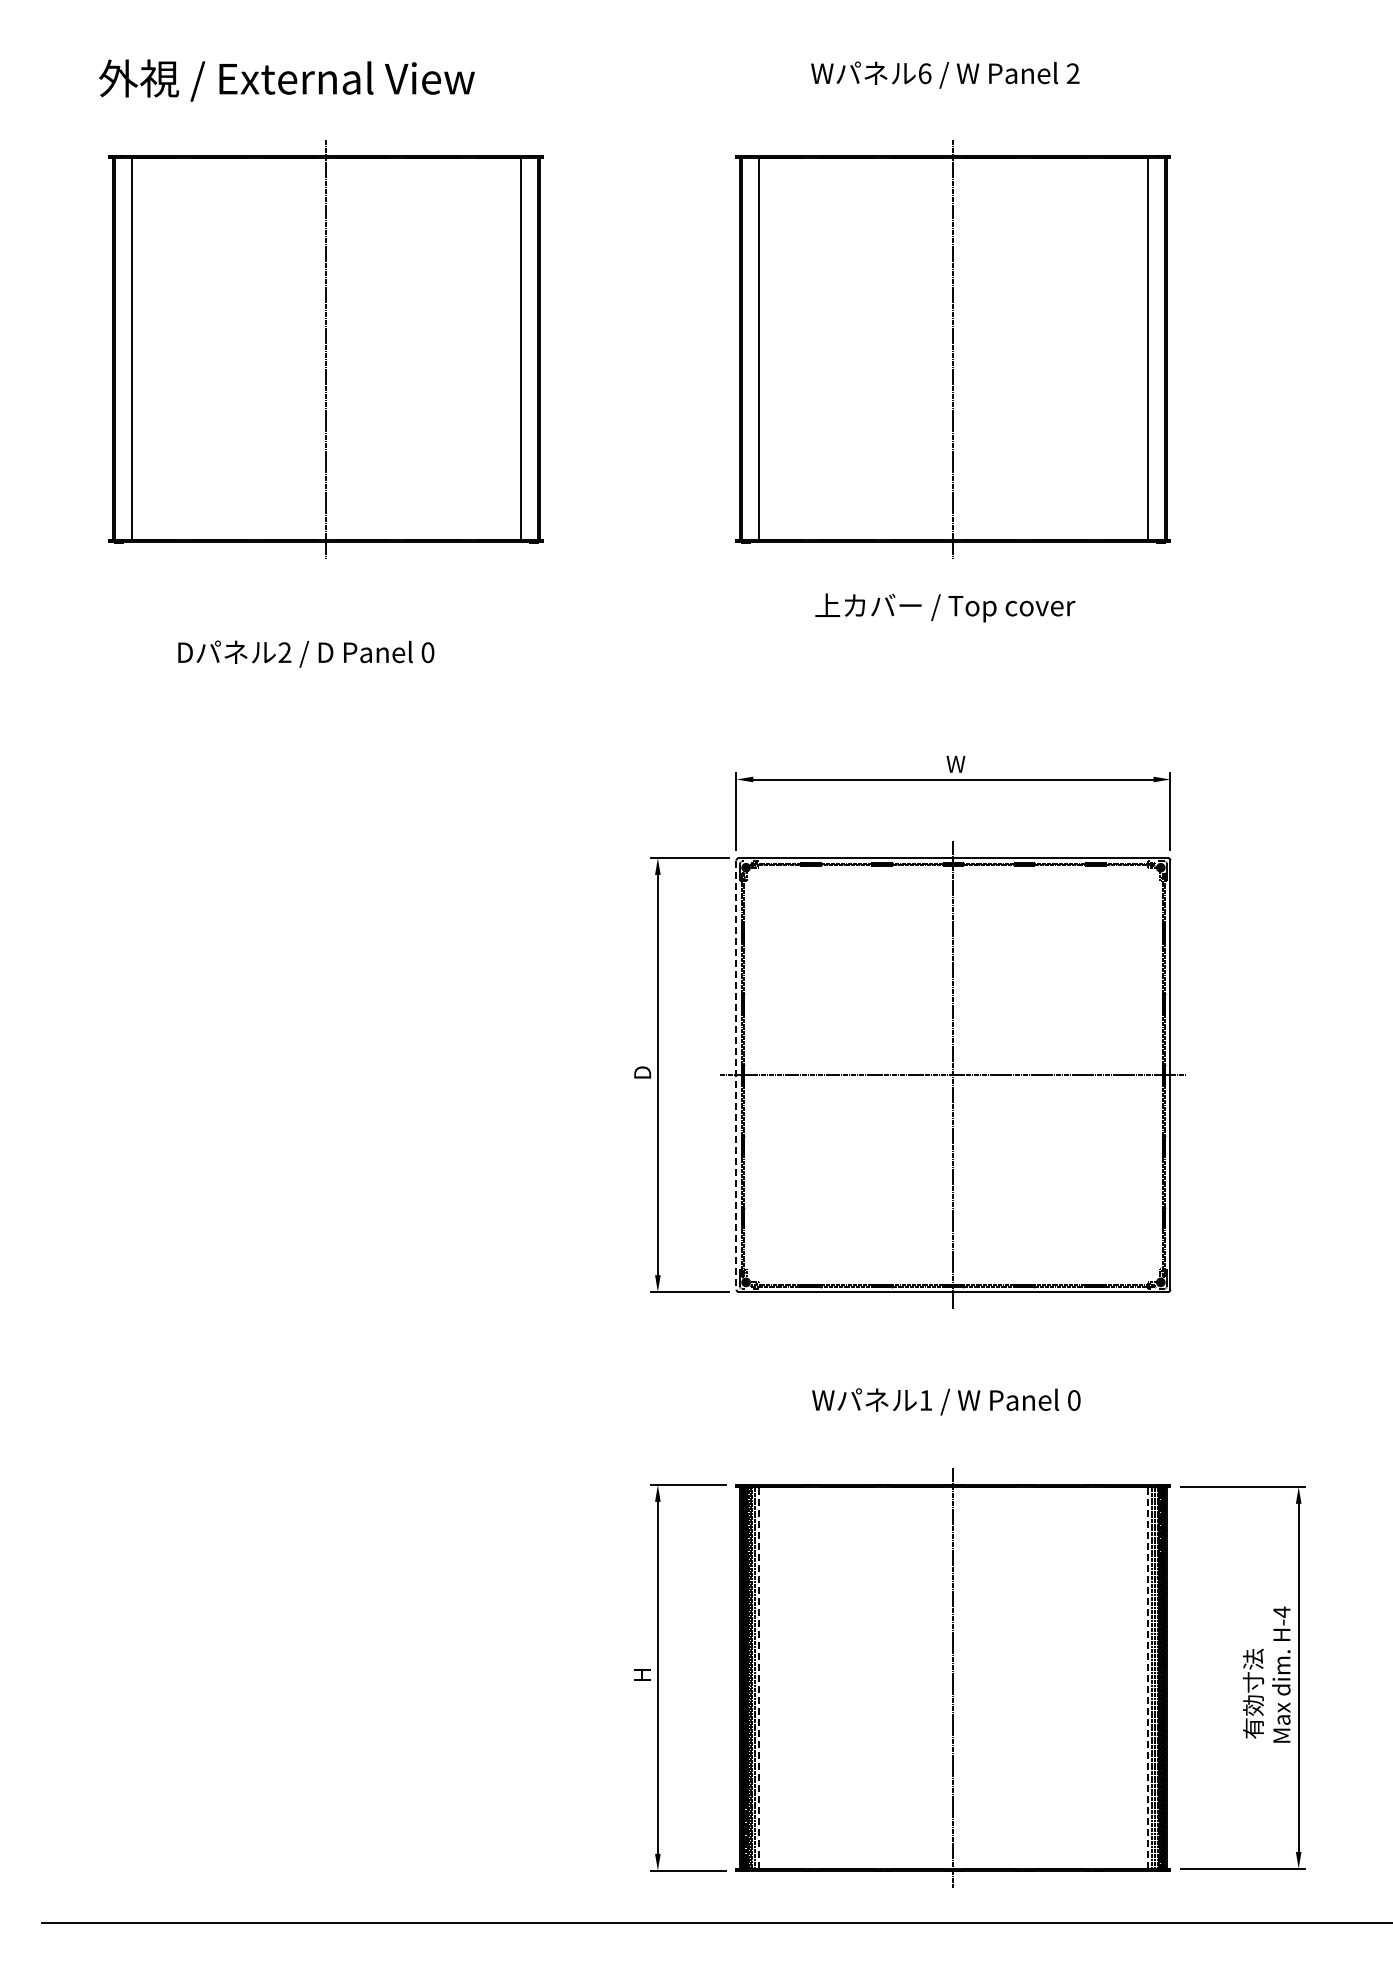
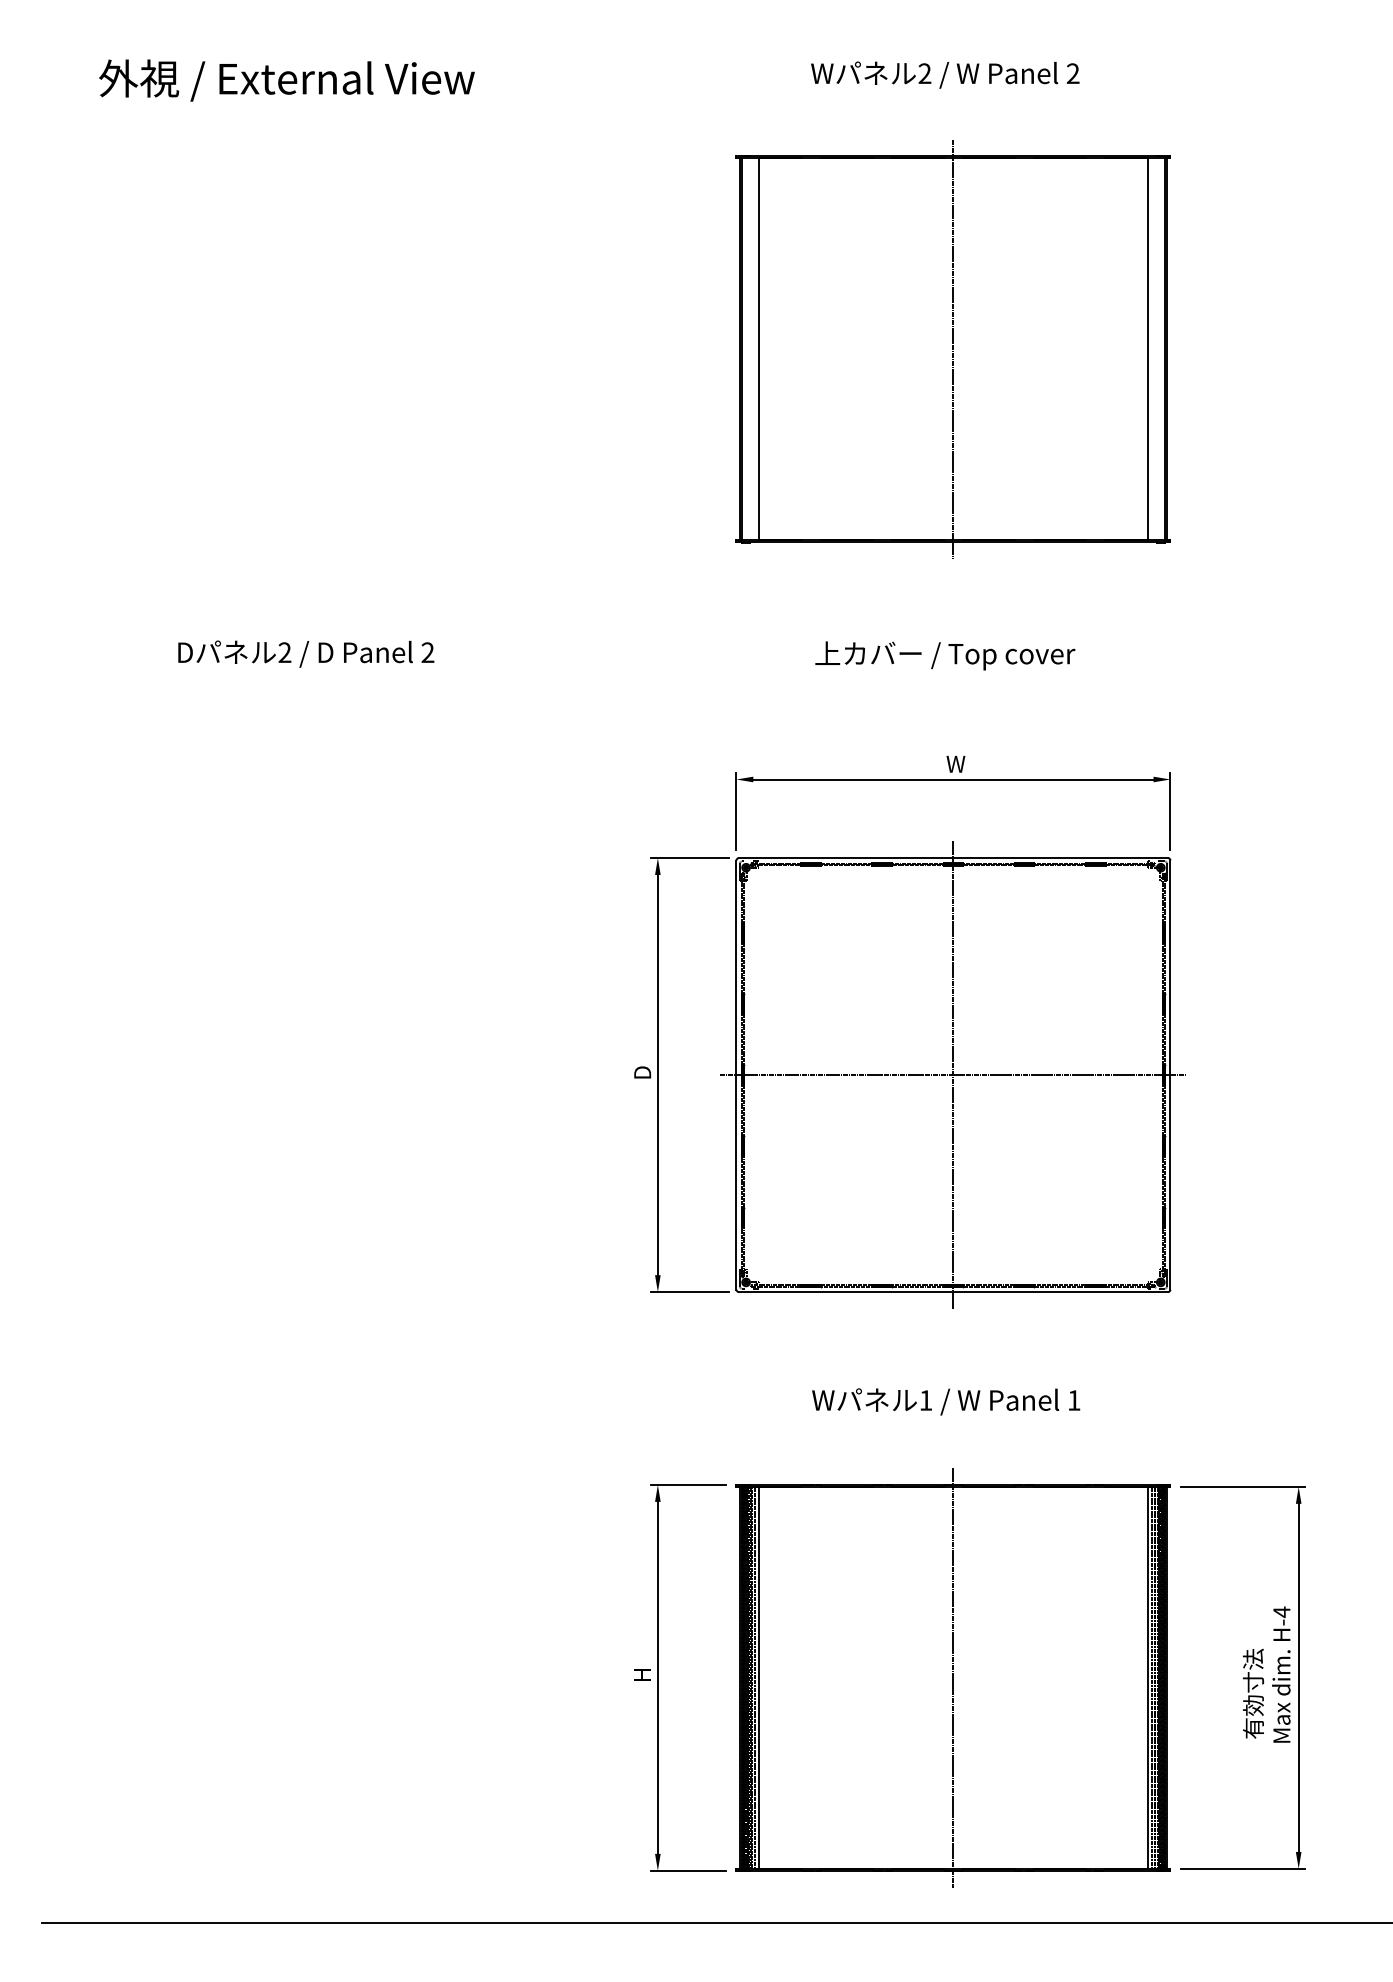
text at (924, 73): 6 -> 2
part at (325, 349): present -> none
text at (945, 607) position: (945, 607) -> (945, 655)
text at (427, 652): 0 -> 2
line at (736, 1075): dashed -> solid
text at (1074, 1400): 0 -> 1
line at (759, 1677): dashed -> solid
line at (1147, 1677): dashed -> solid
